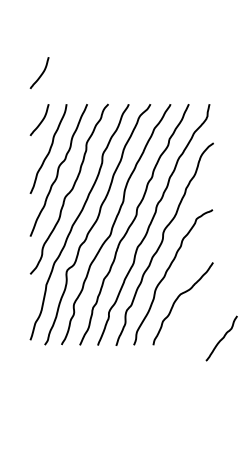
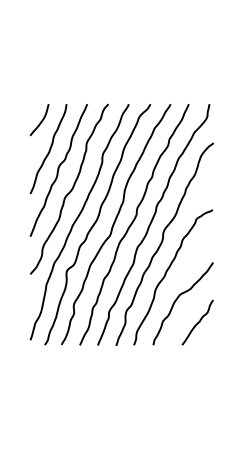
curve at (41, 73): present -> none
curve at (221, 338) position: (221, 338) -> (197, 322)
